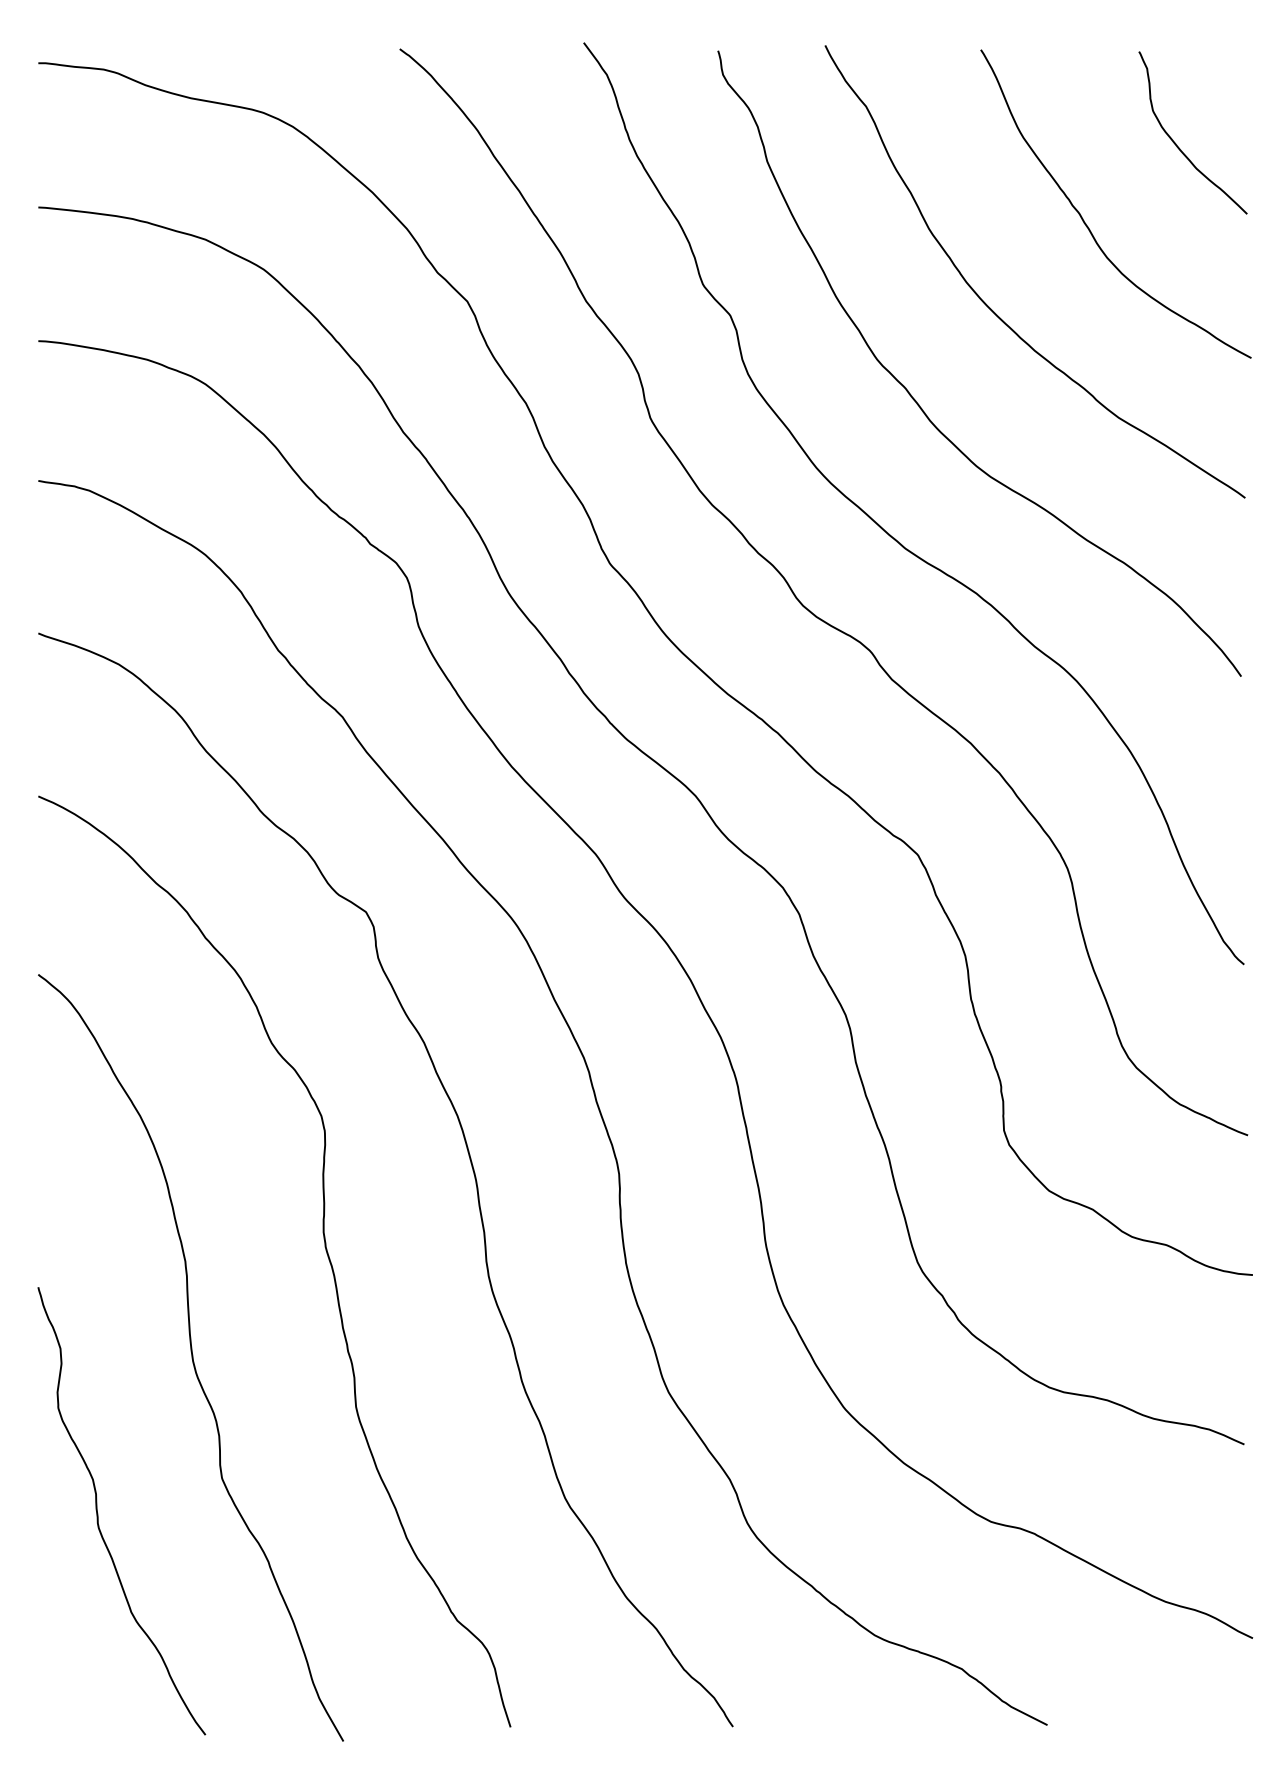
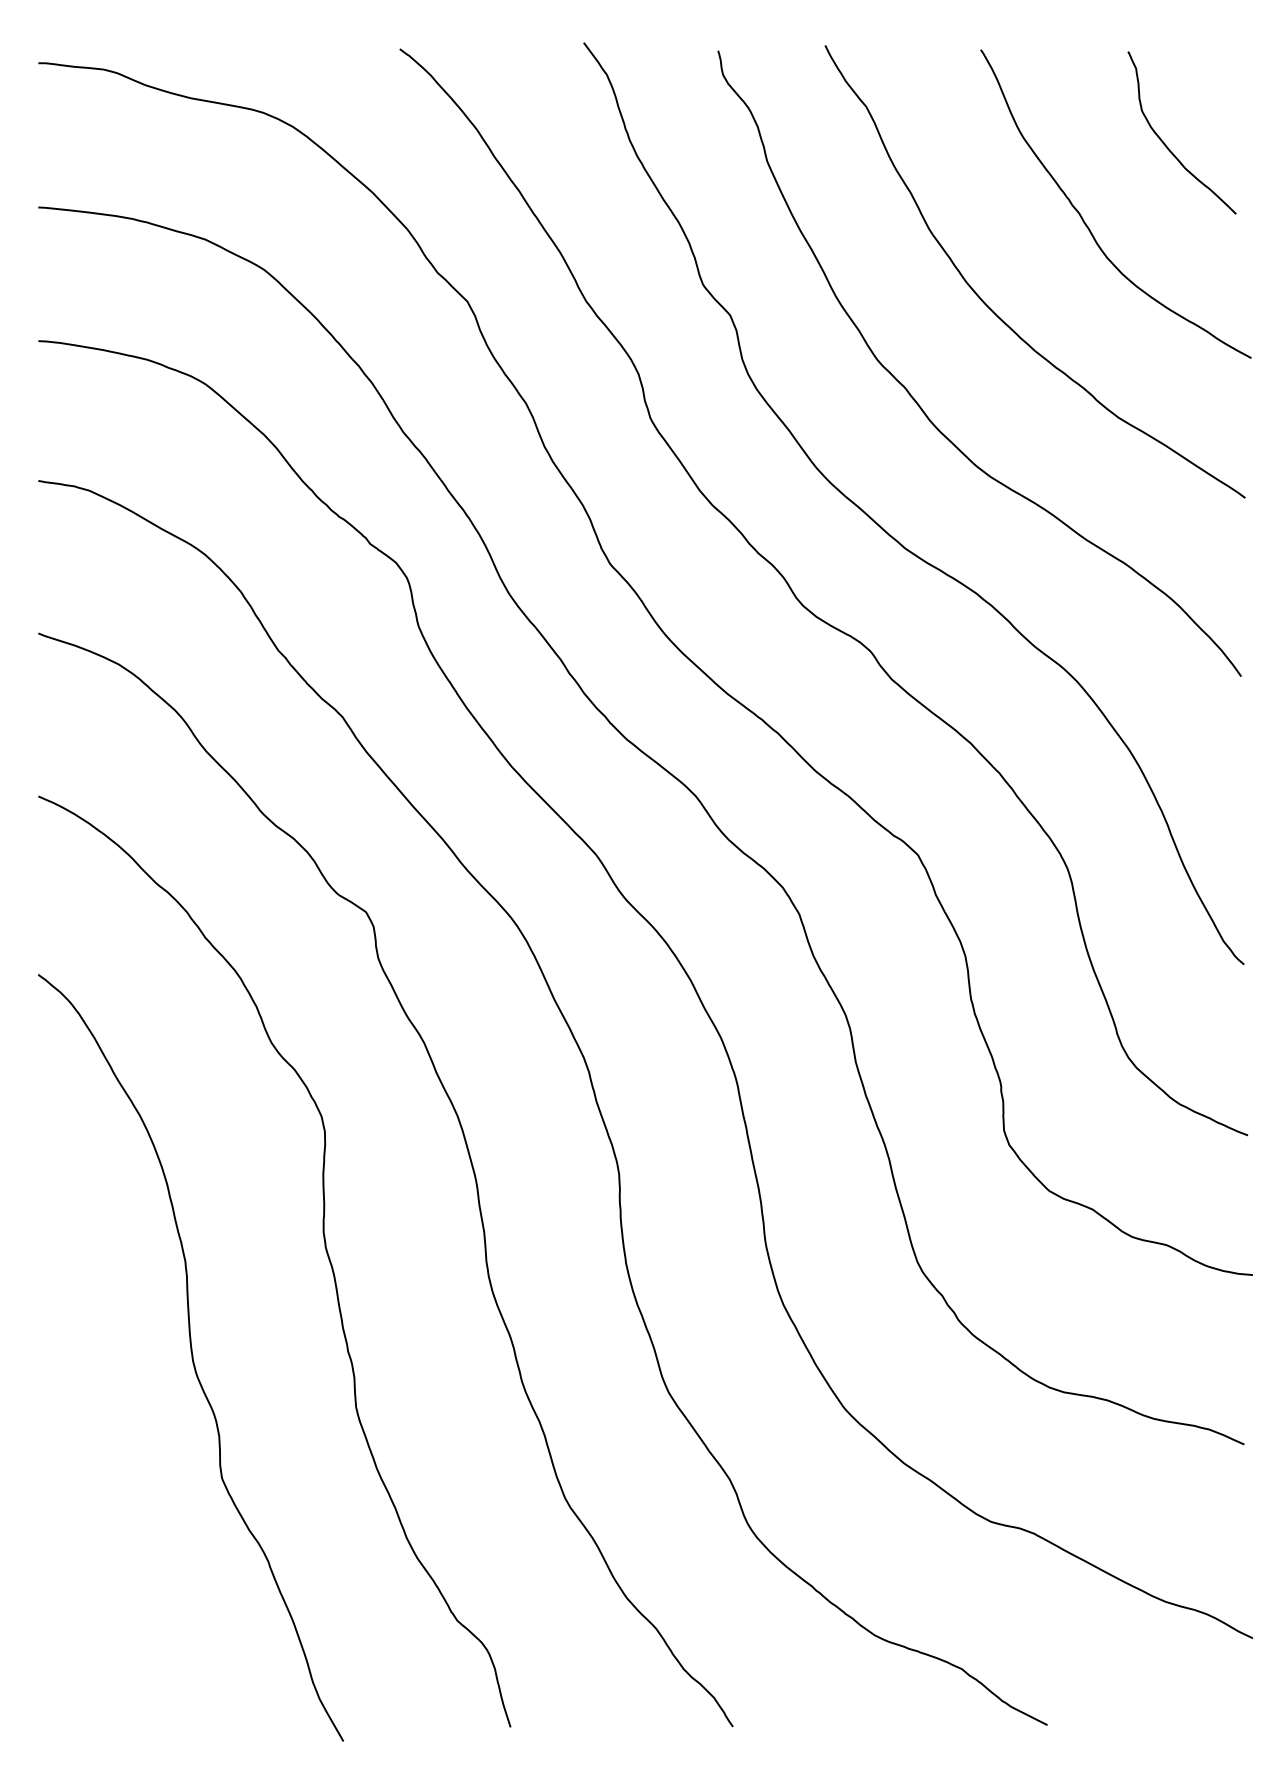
curve at (1176, 143) position: (1176, 143) -> (1165, 143)
curve at (98, 1513): present -> none
